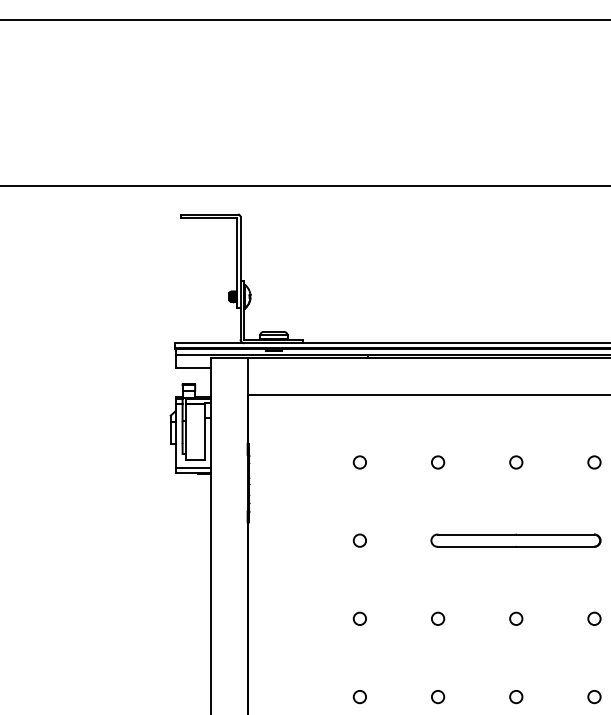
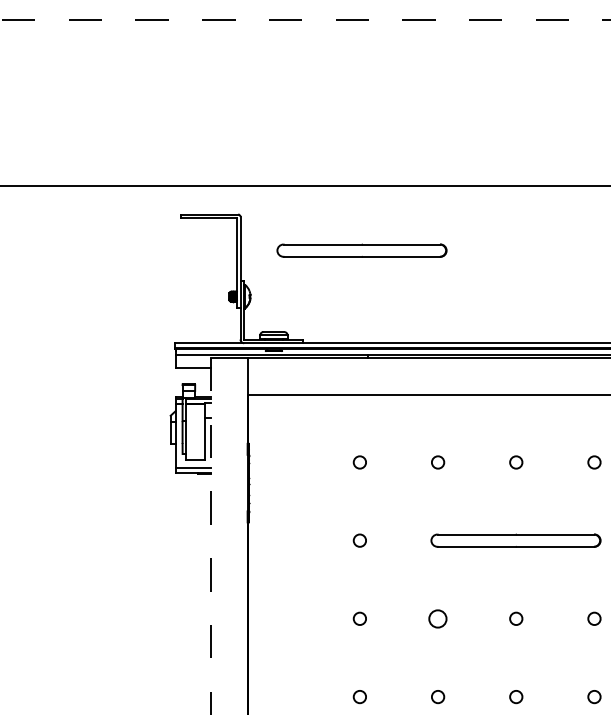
line at (305, 19): solid -> dashed
part at (361, 250): none -> present
line at (210, 536): solid -> dashed
circle at (438, 618) size: 15x15 px -> 20x20 px
